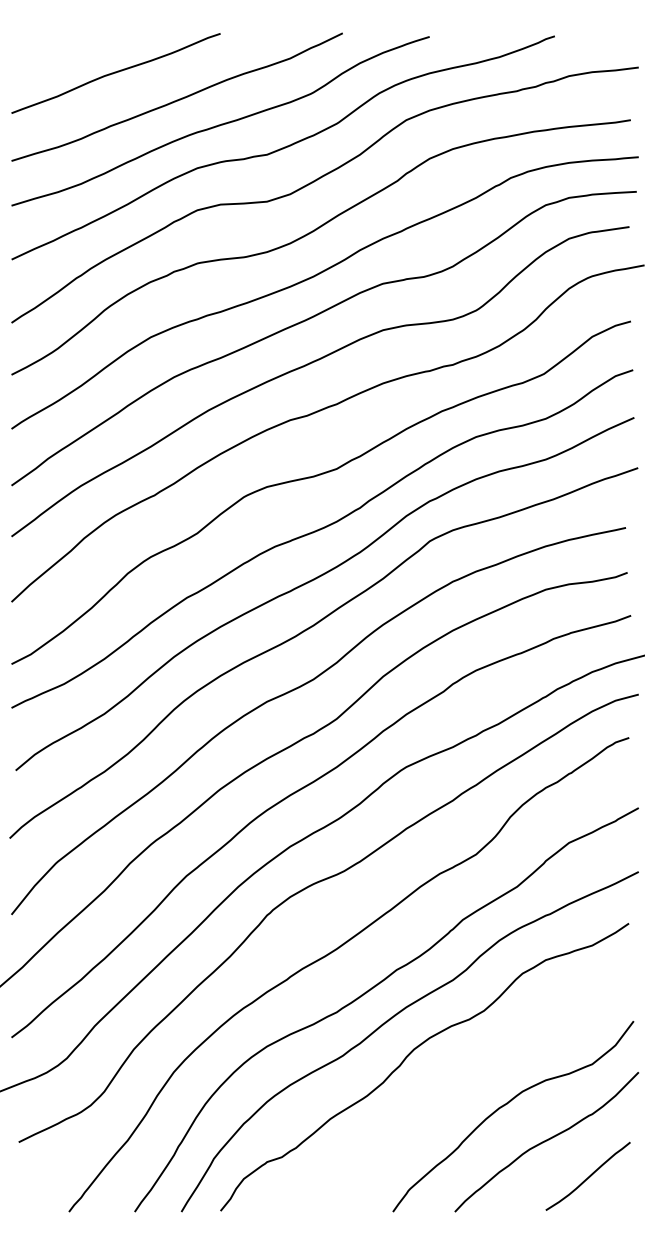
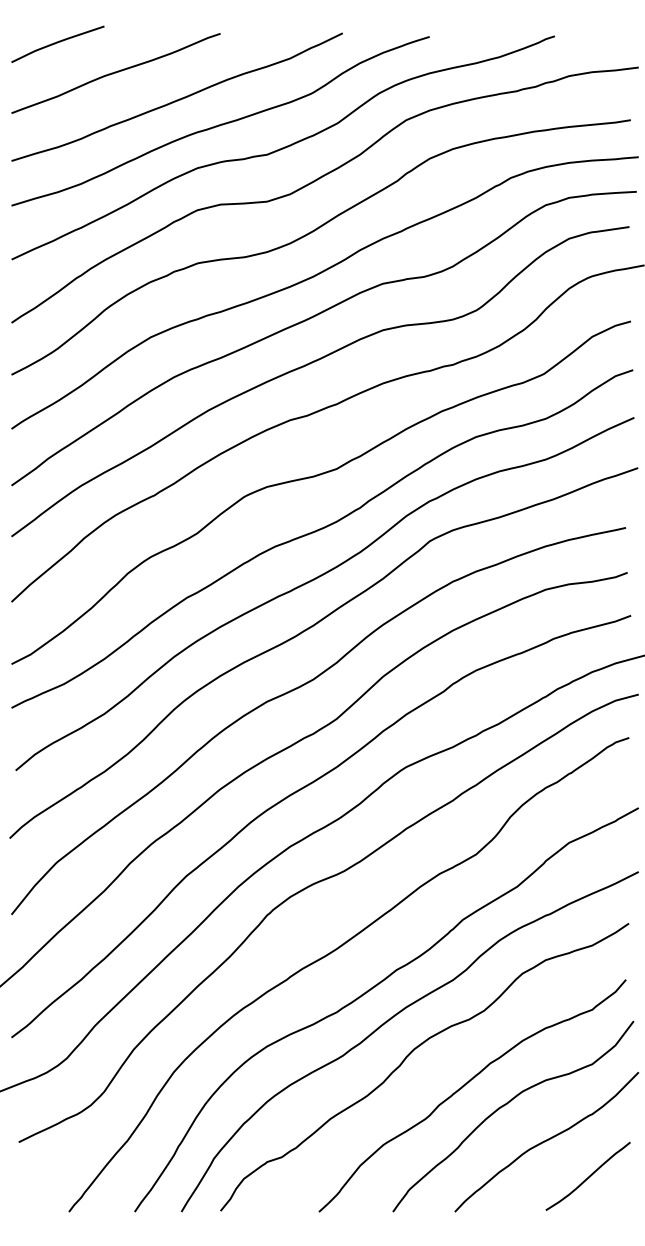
curve at (57, 43): none -> present
curve at (464, 1086): none -> present
